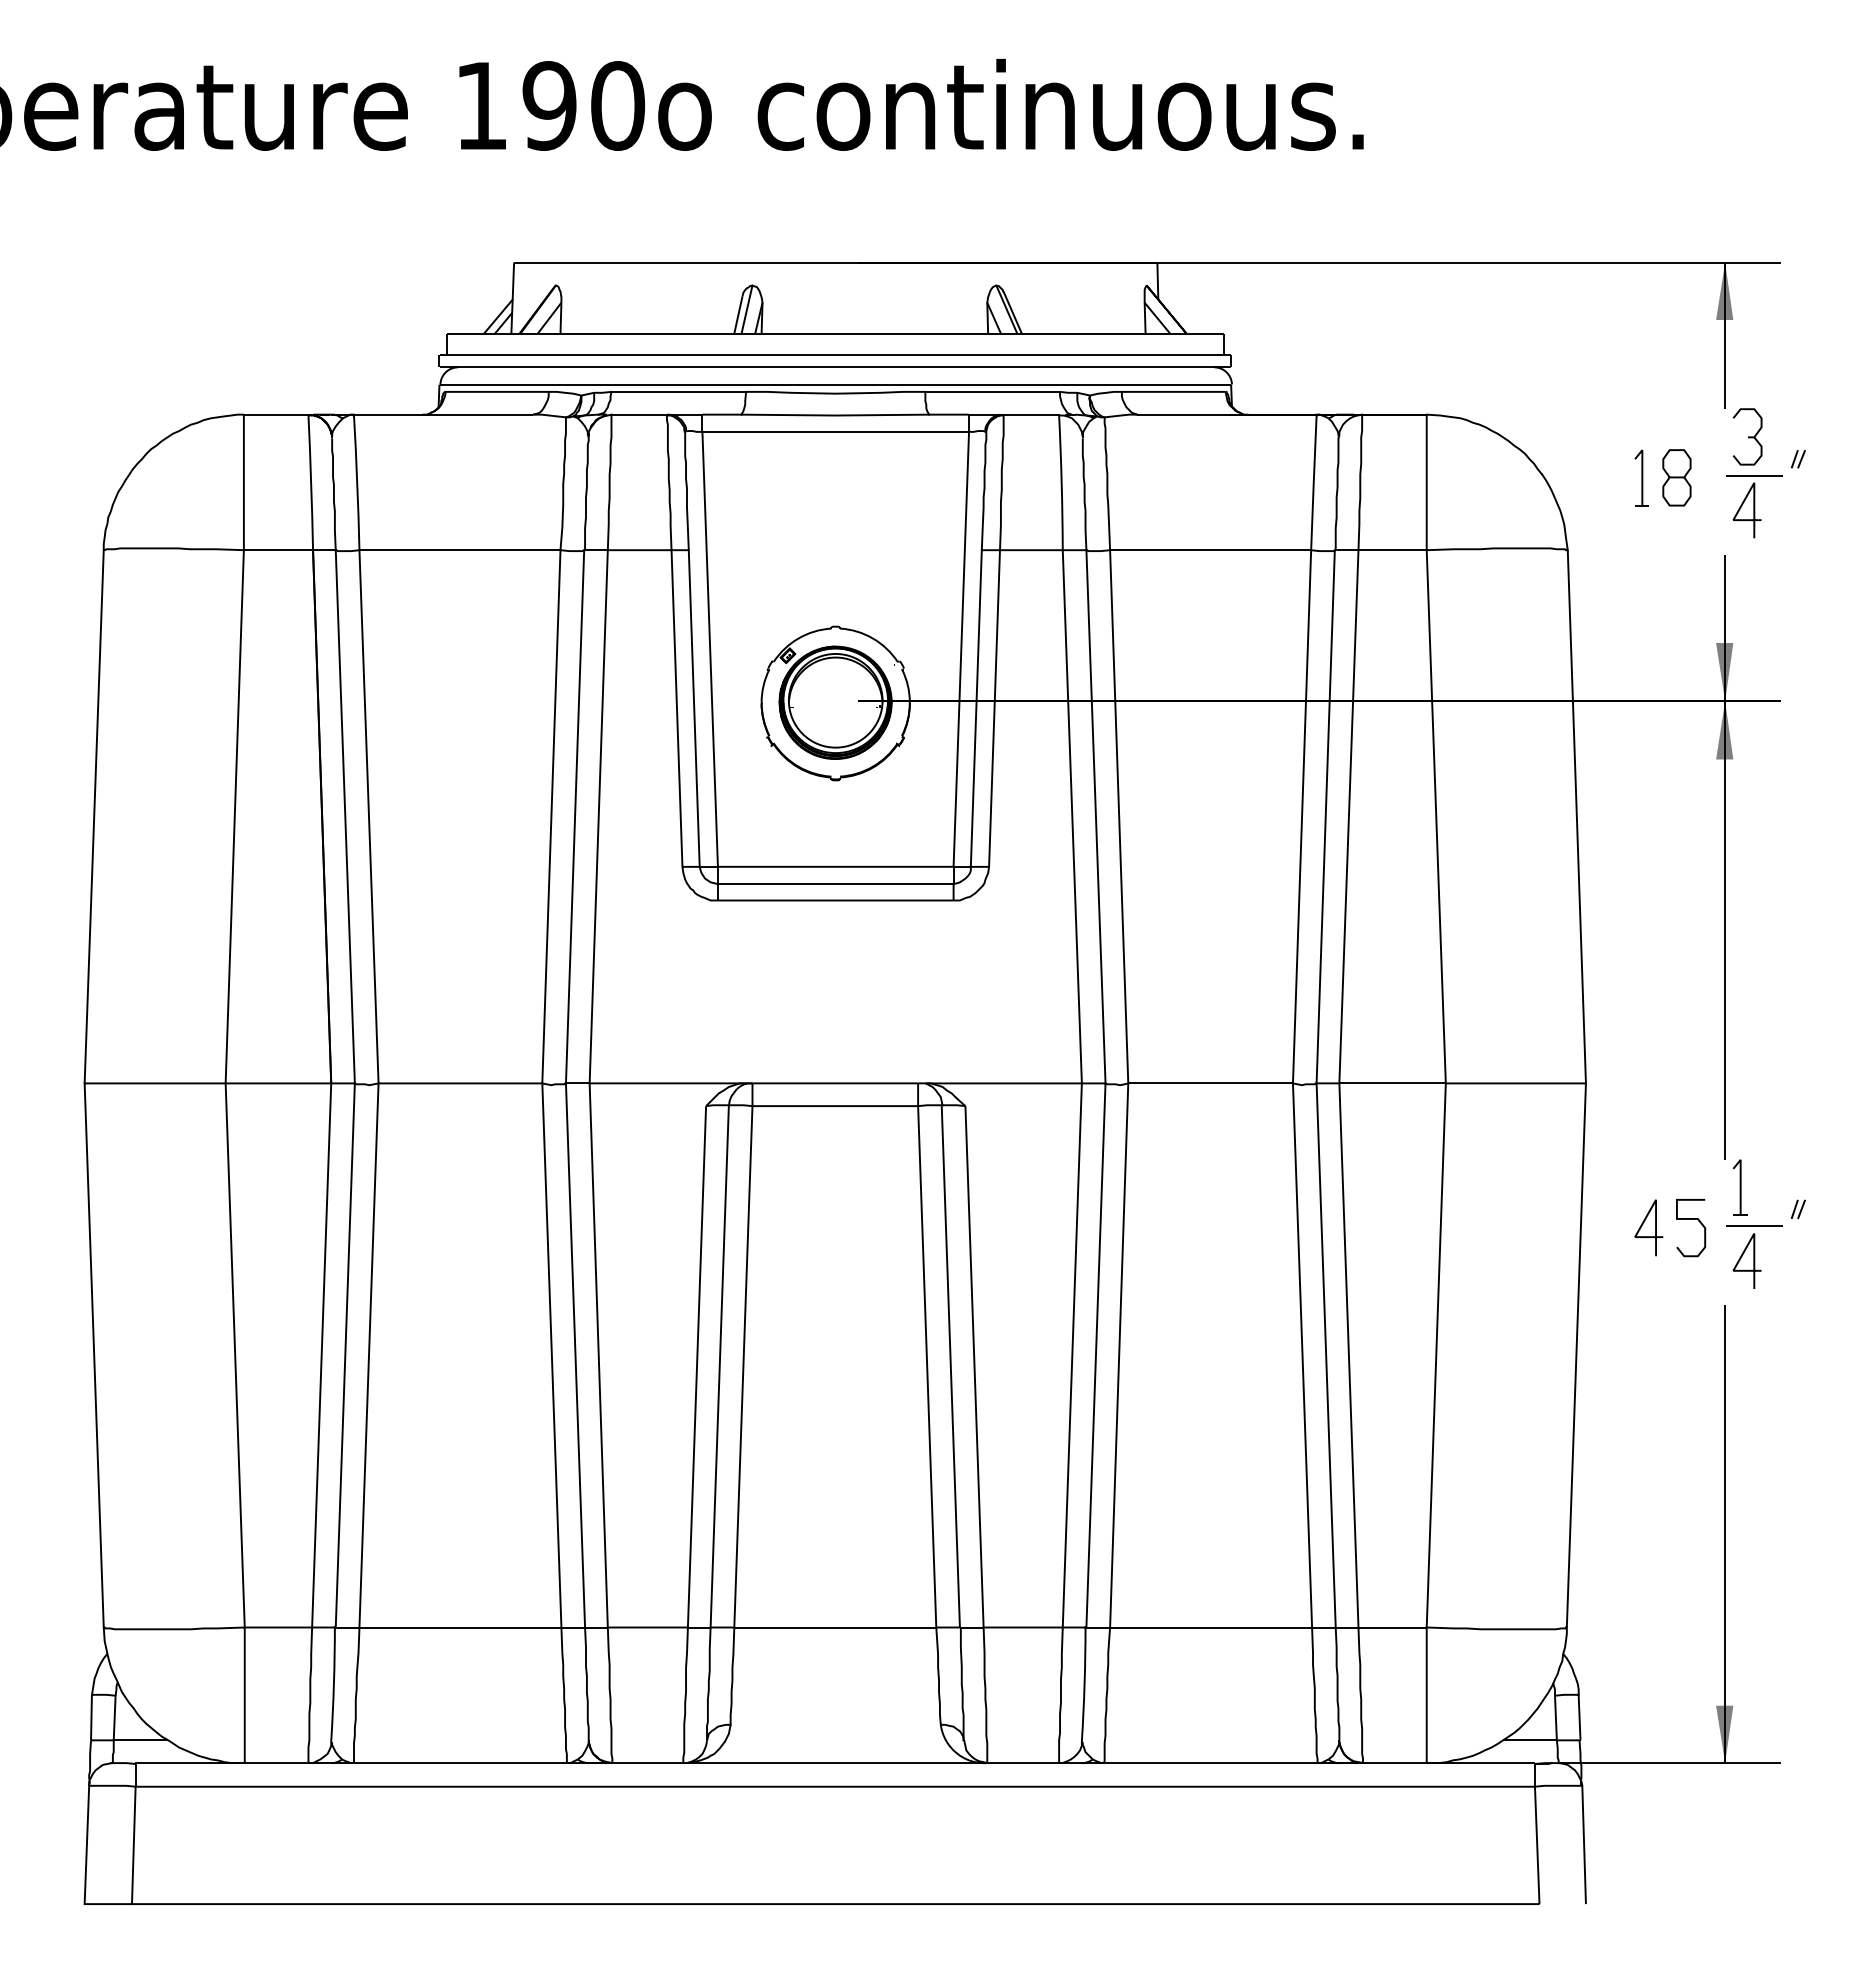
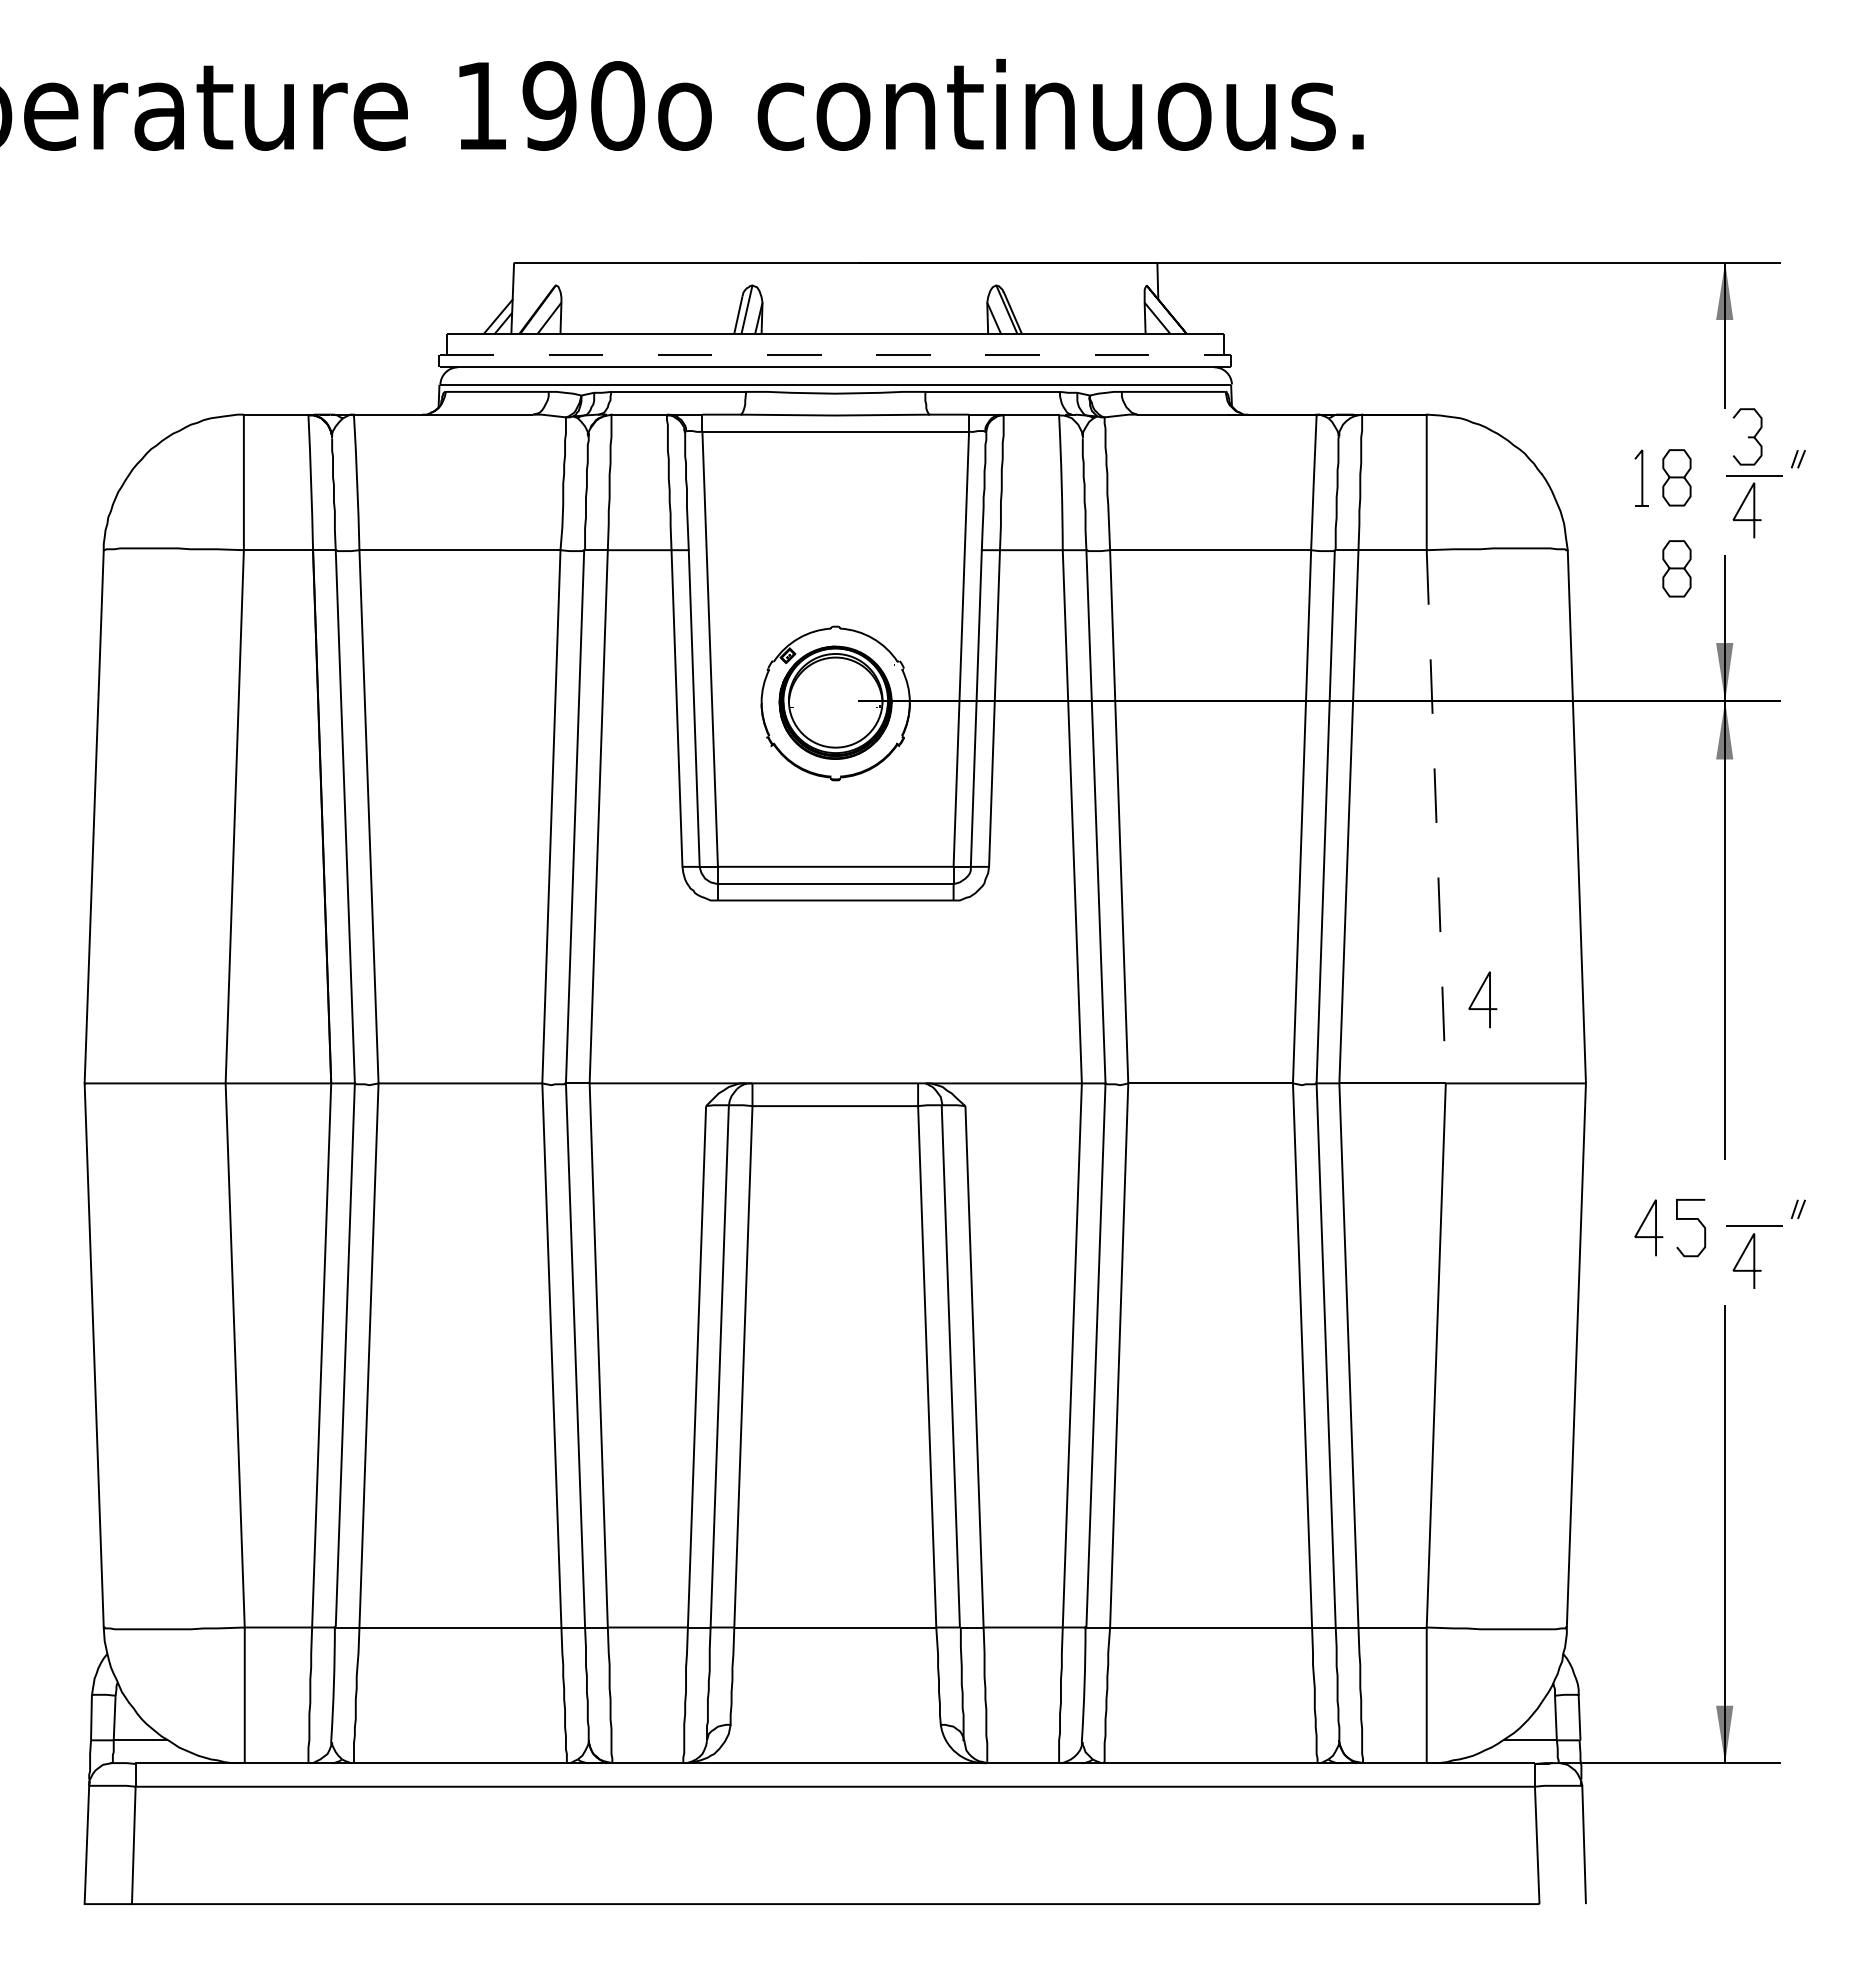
line at (836, 354): solid -> dashed
curve at (1676, 568): none -> present
line at (1436, 816): solid -> dashed
line at (1477, 996): none -> present
part at (1739, 1187): present -> none
